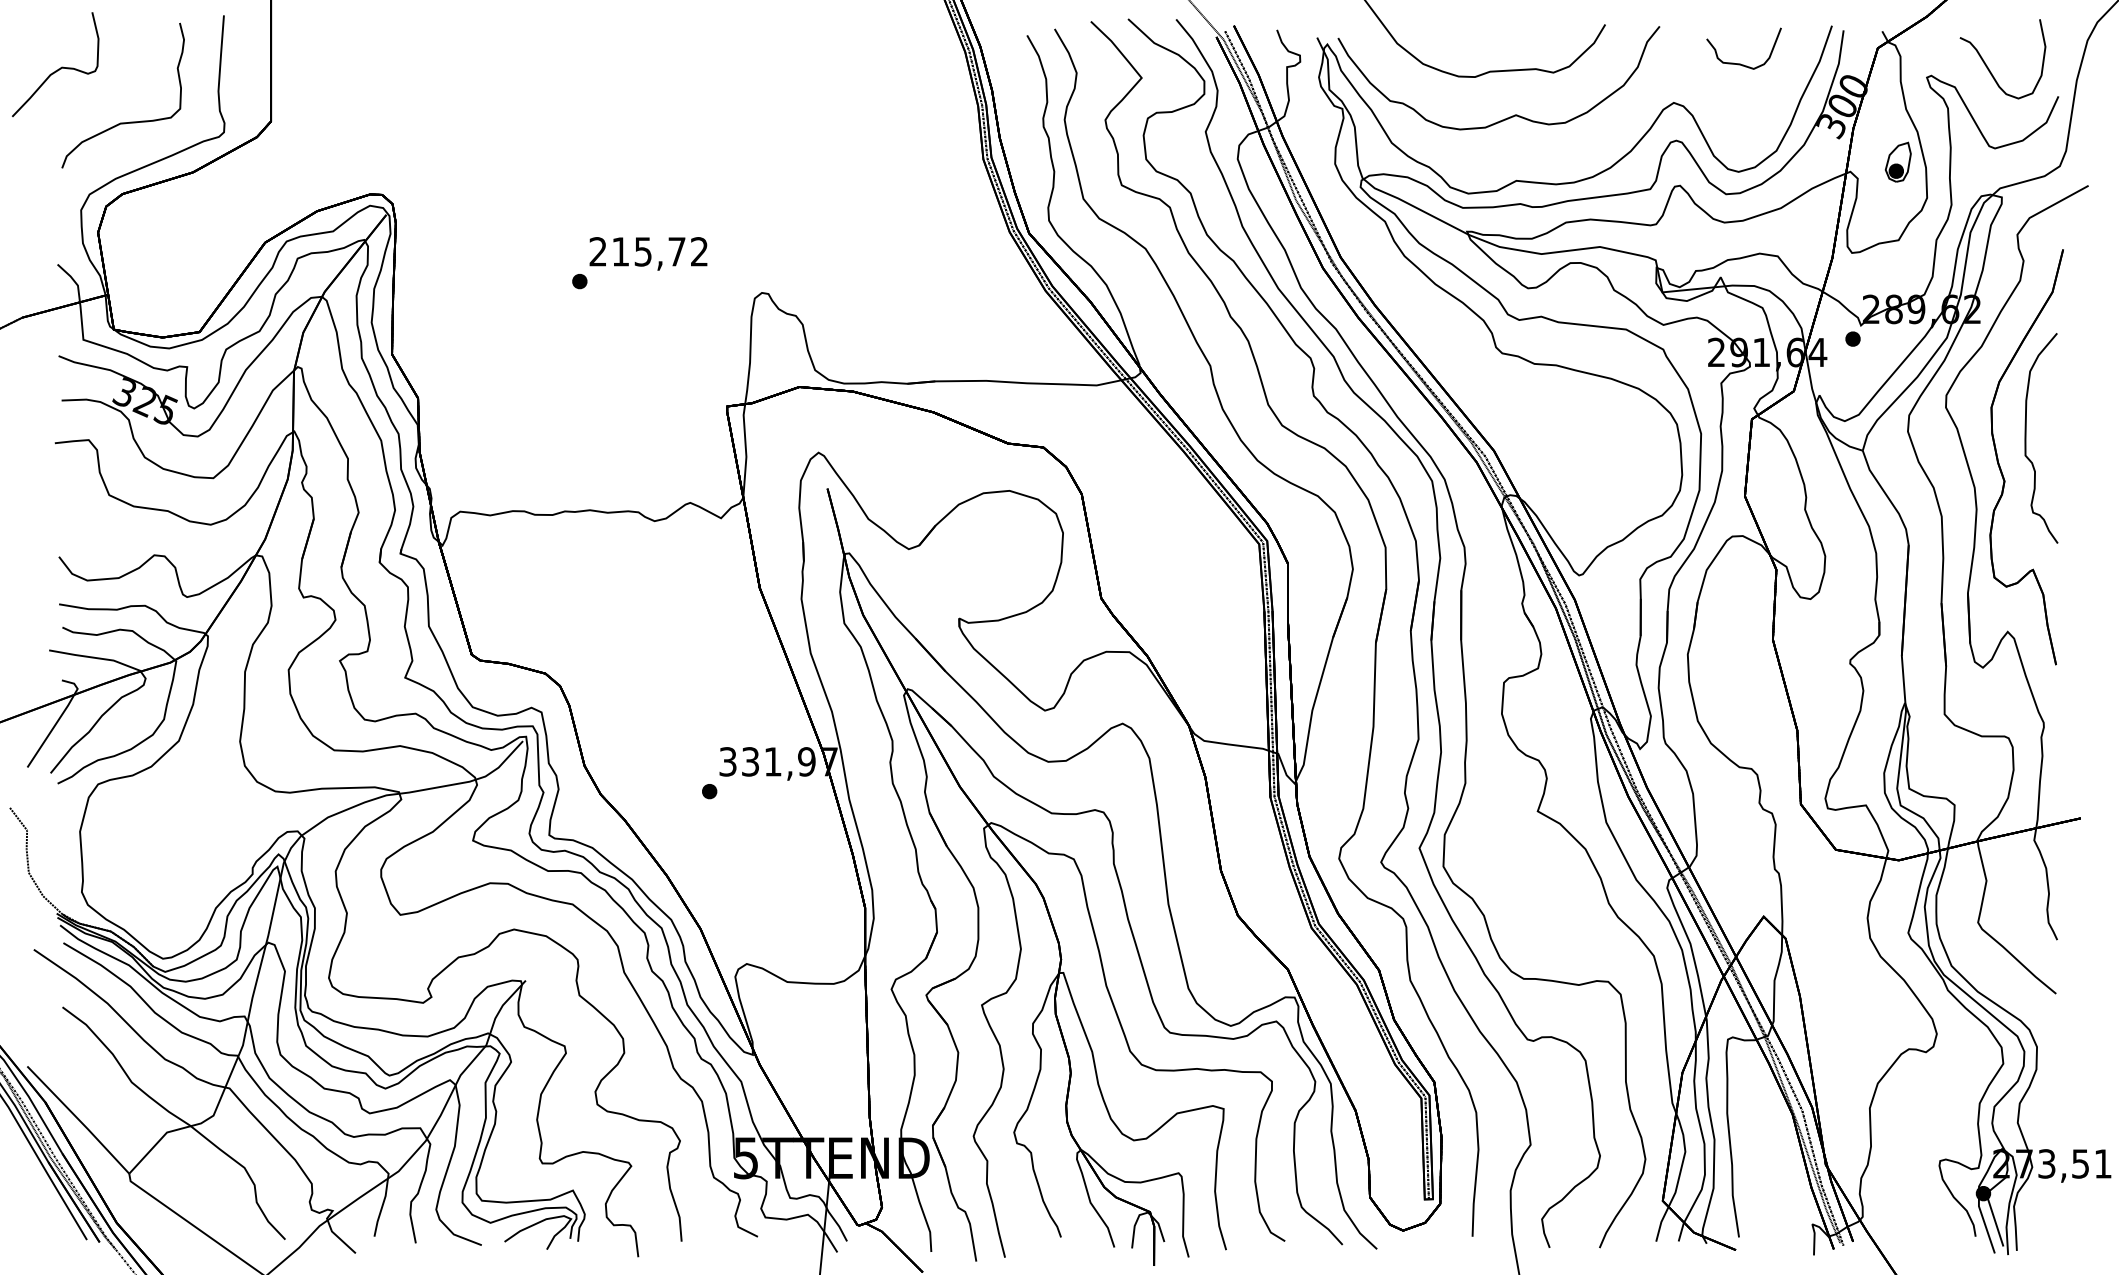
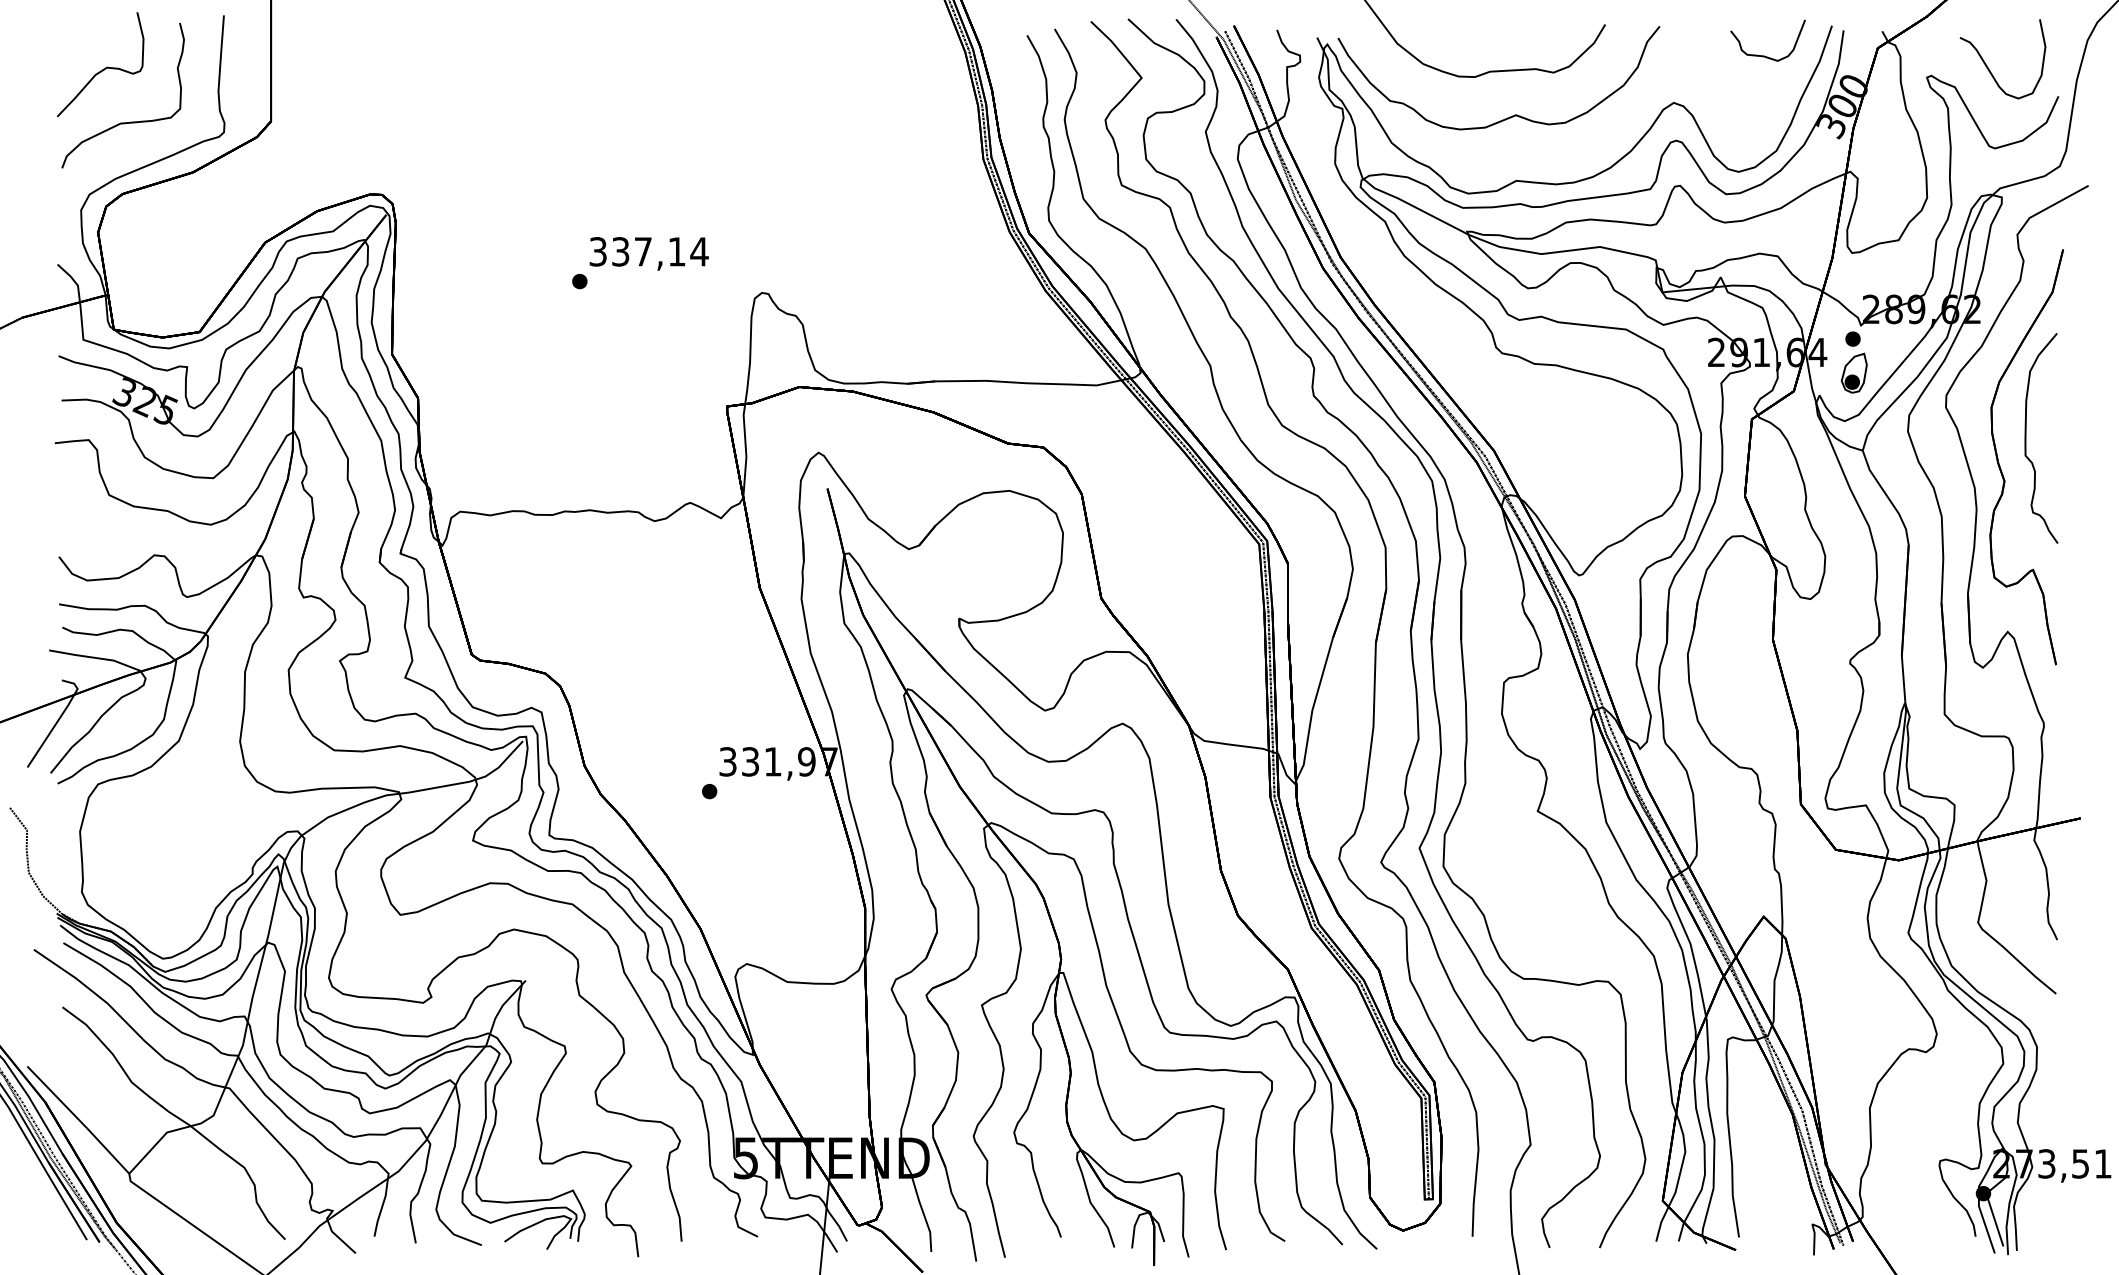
curve at (1740, 63) position: (1740, 63) -> (1764, 55)
curve at (58, 68) position: (58, 68) -> (103, 68)
part at (1897, 161) position: (1897, 161) -> (1853, 372)
text at (648, 251): 215,72 -> 337,14
